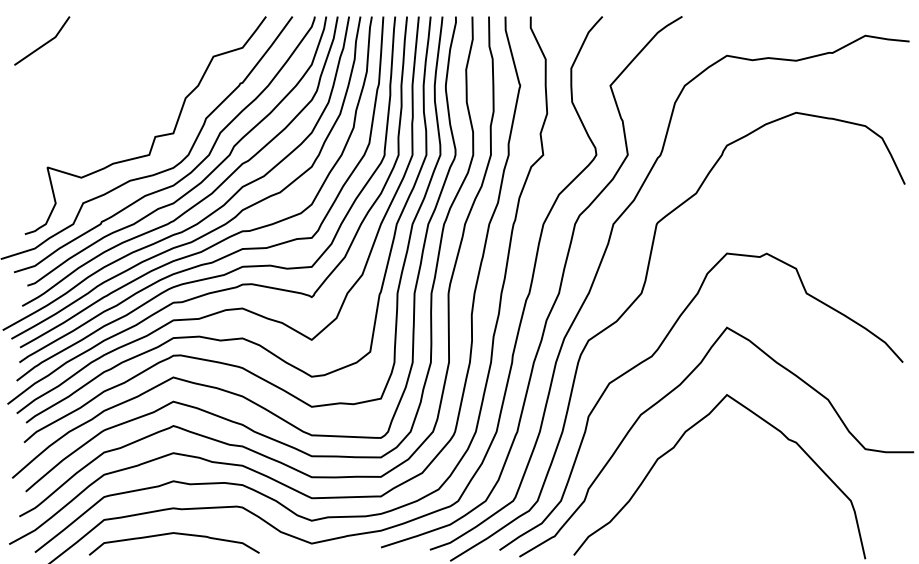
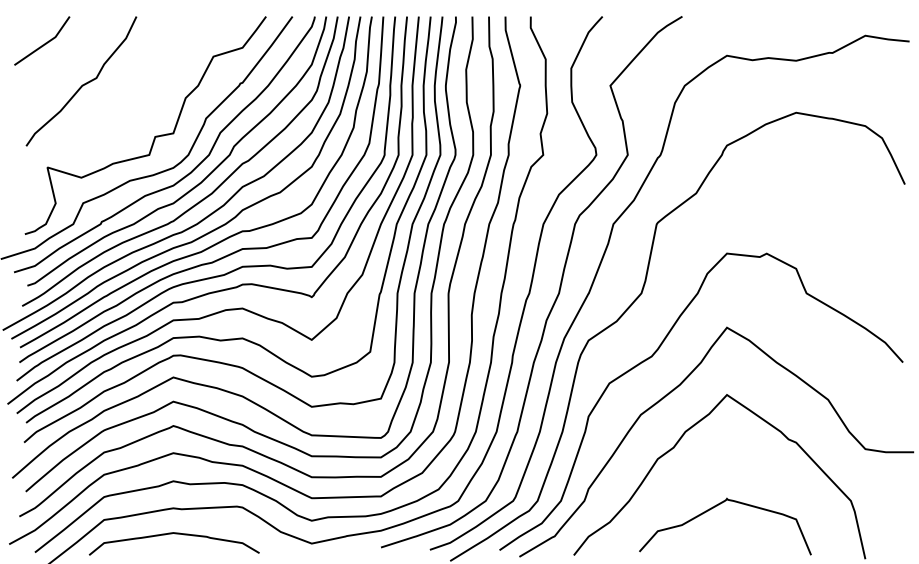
curve at (82, 84): none -> present
curve at (715, 507): none -> present
